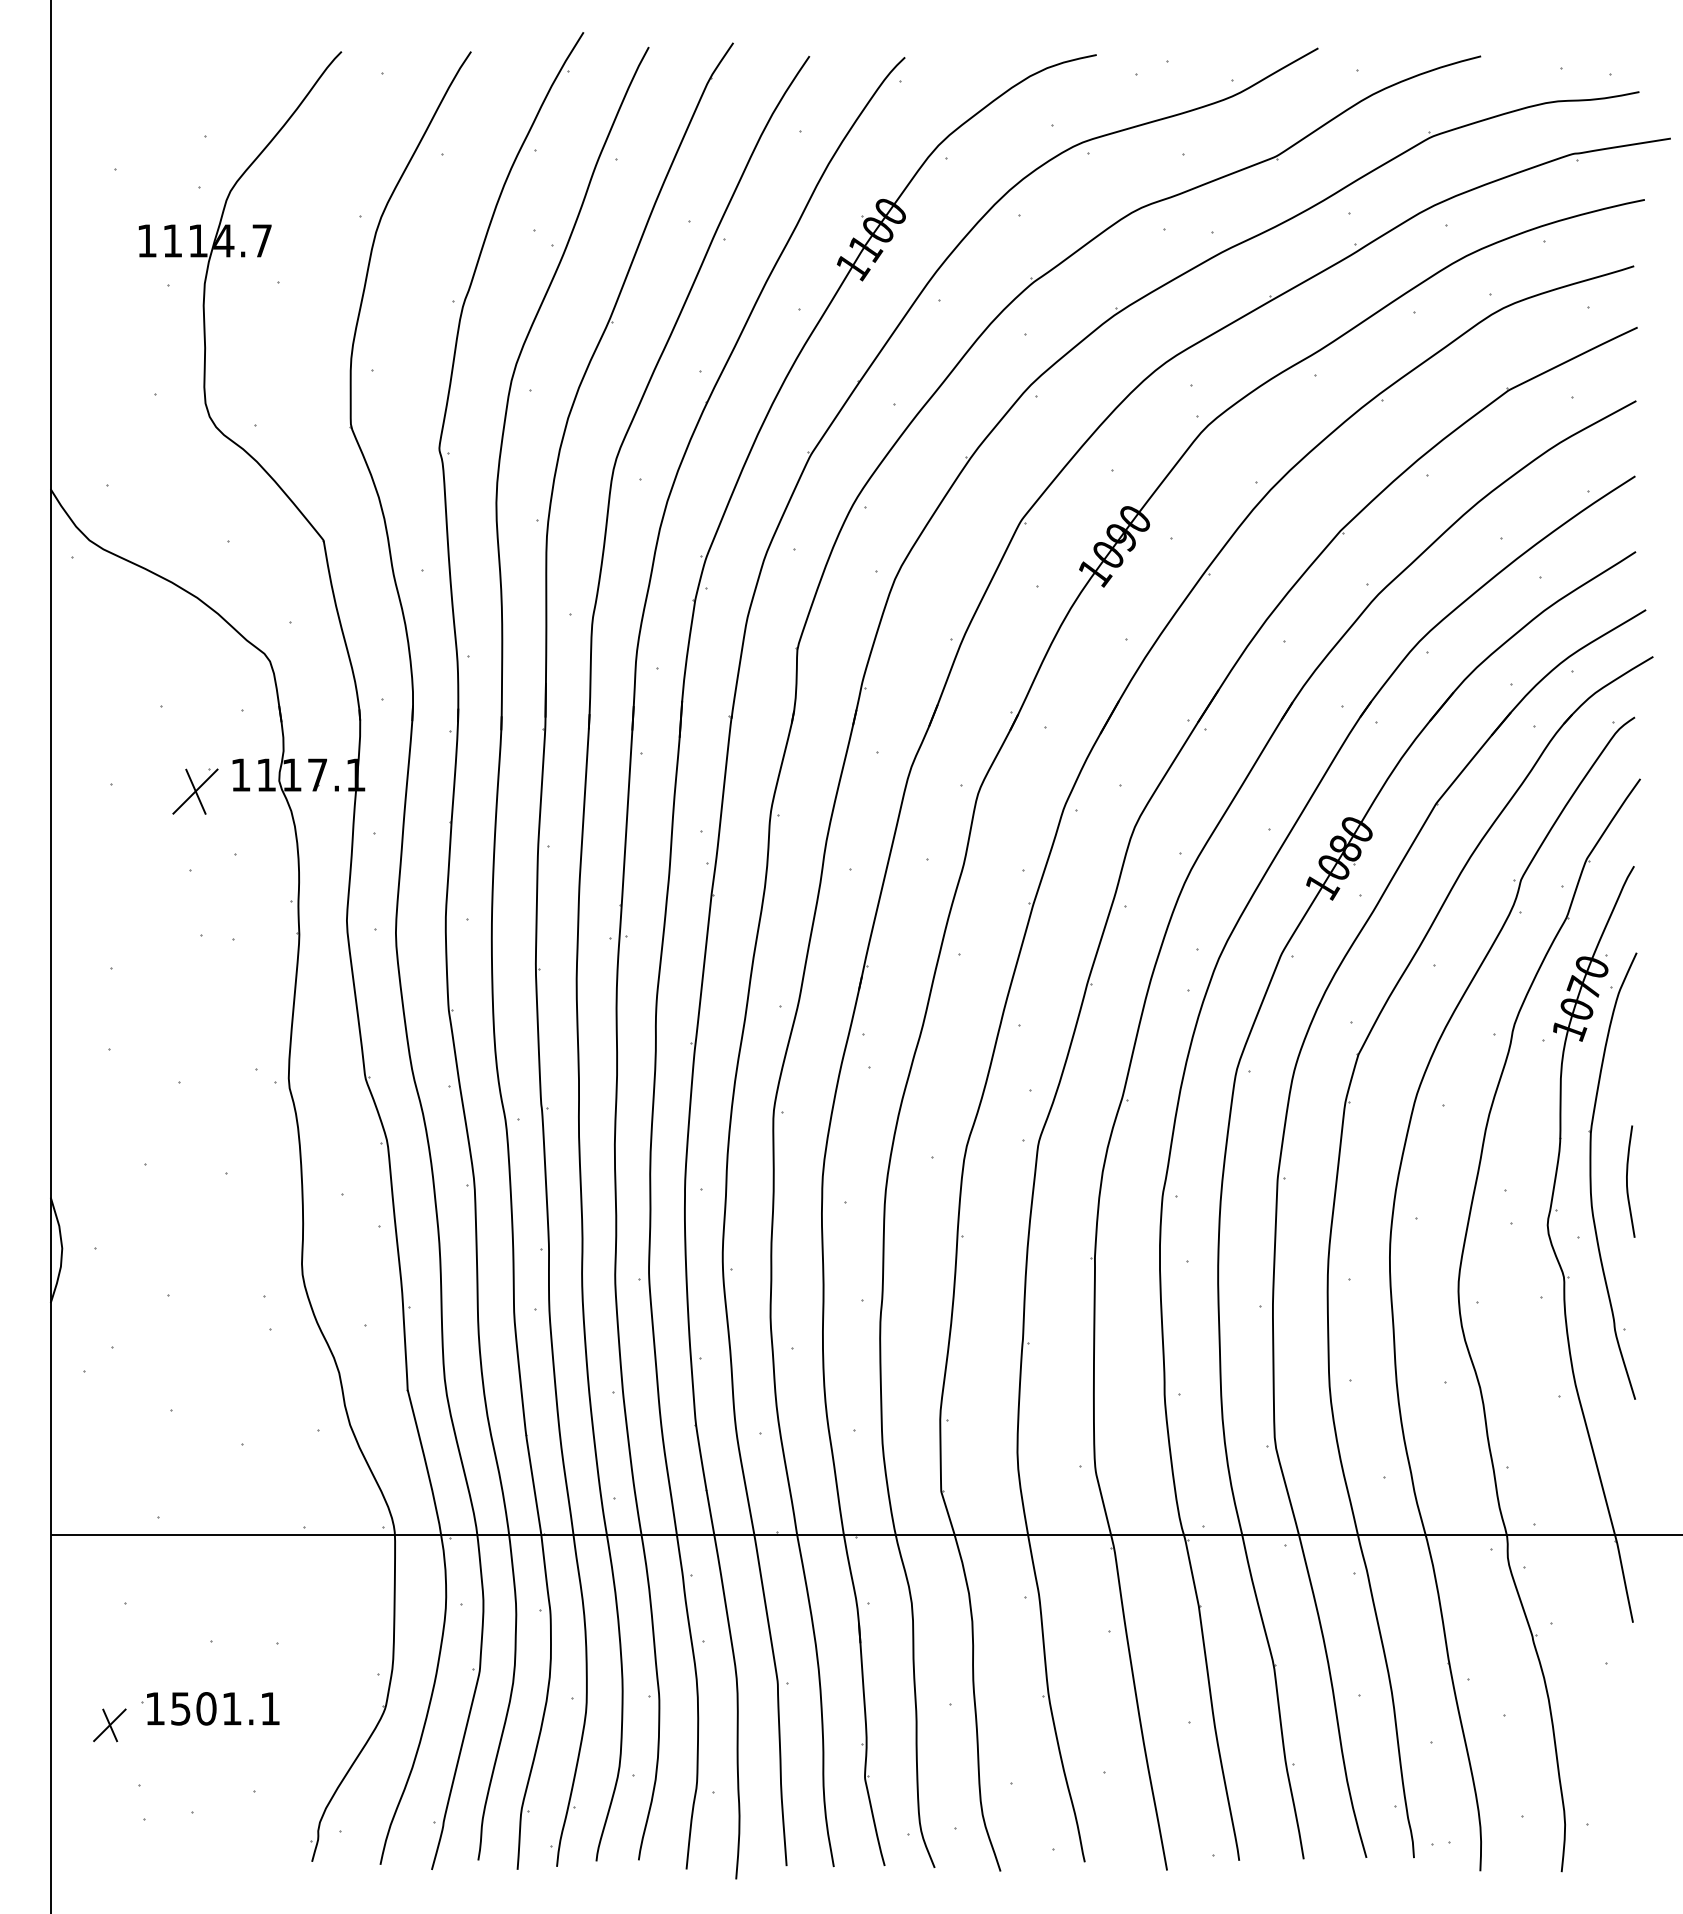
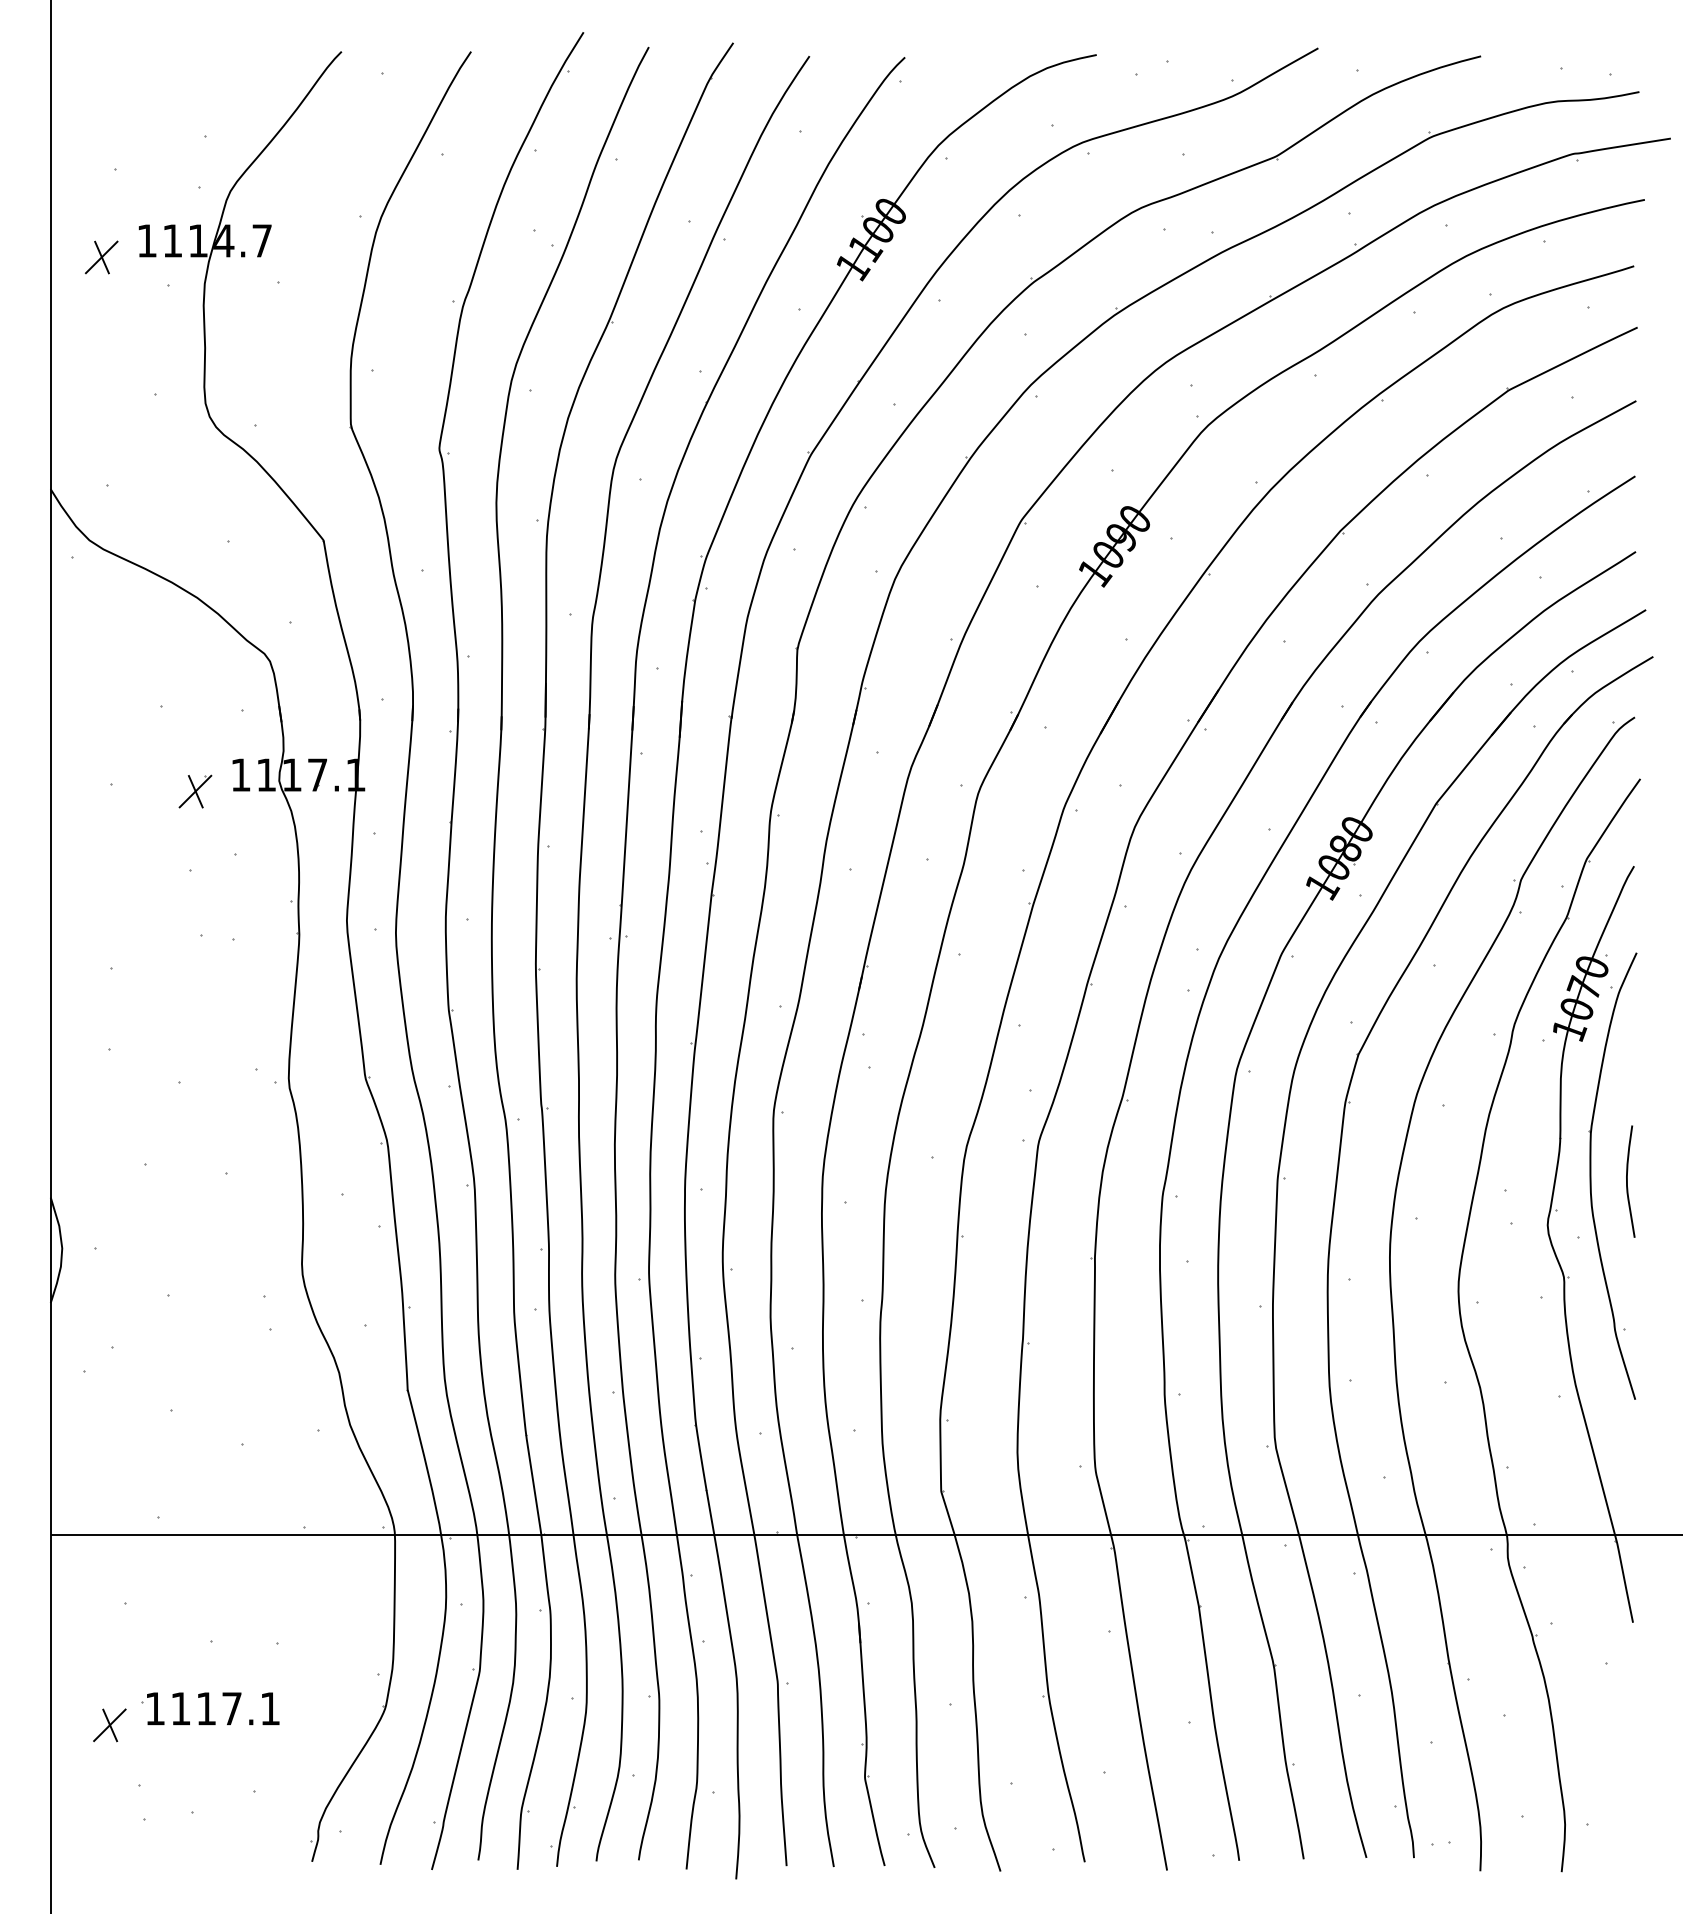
part at (101, 257): none -> present
part at (195, 791) size: 47x47 px -> 35x35 px
text at (206, 1708): 1501.1 -> 1117.1
